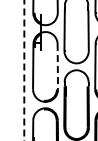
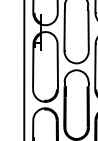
line at (57, 66): dashed -> solid
line at (24, 70): dashed -> solid
